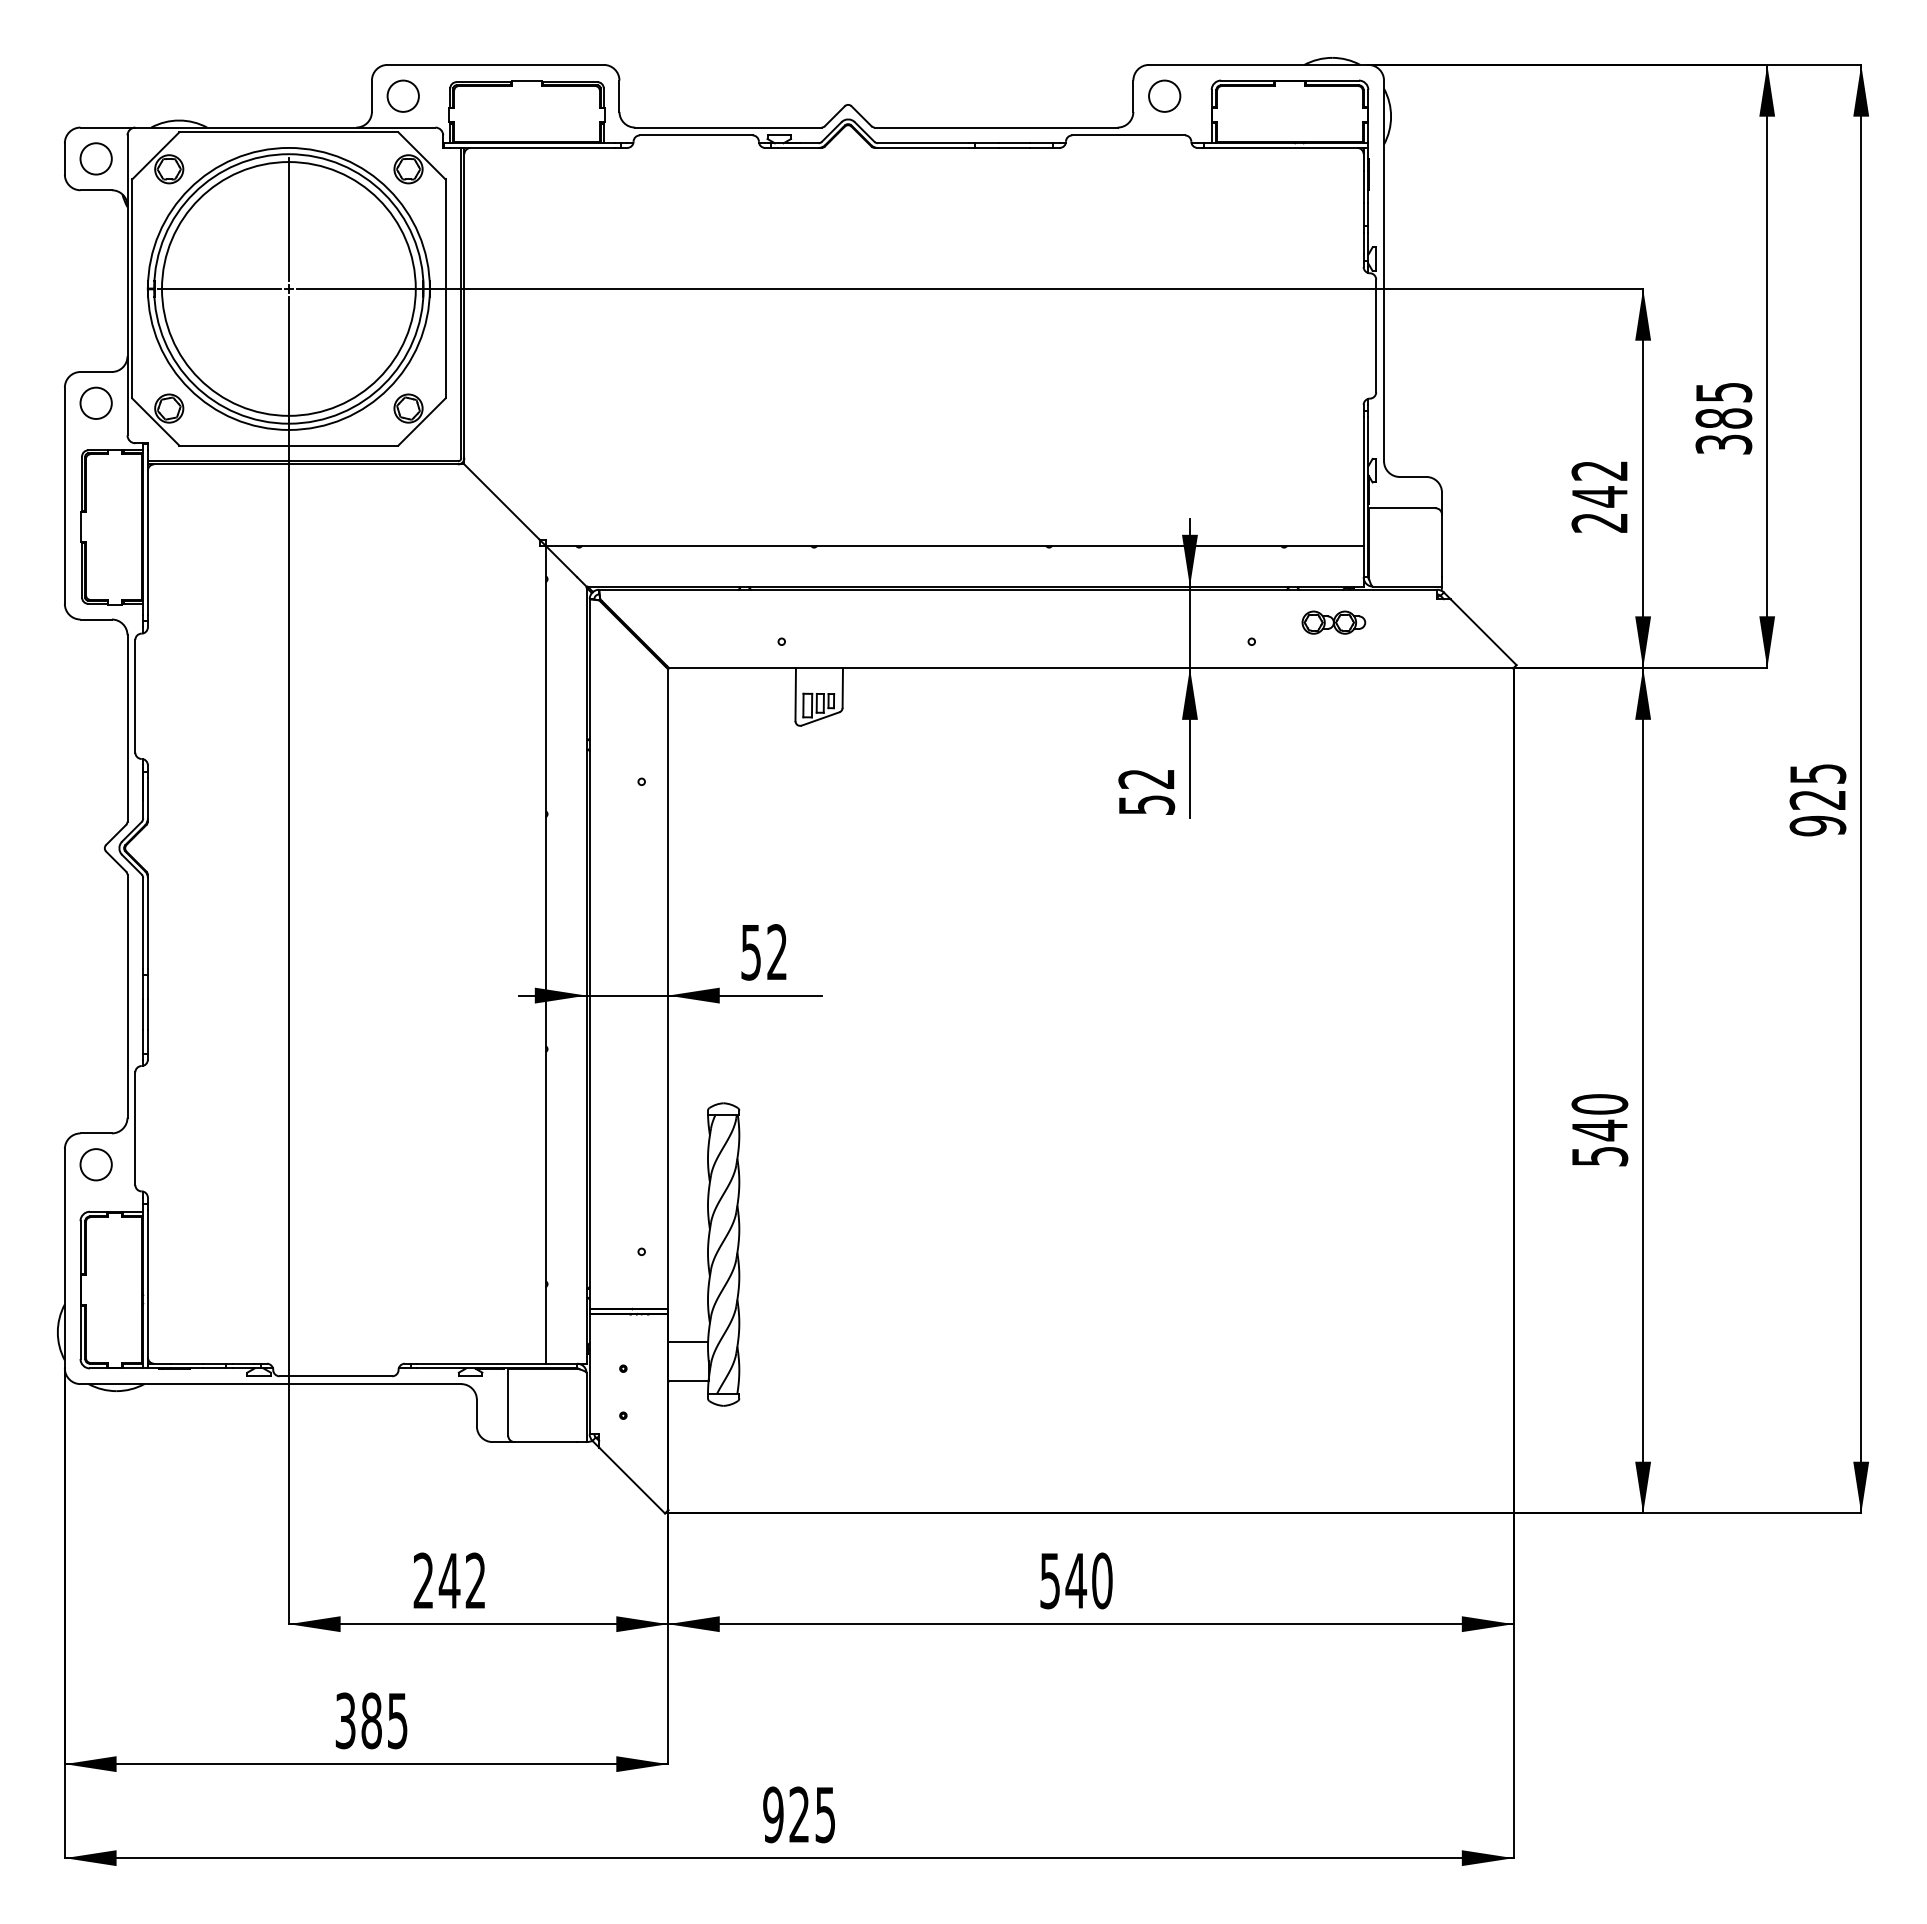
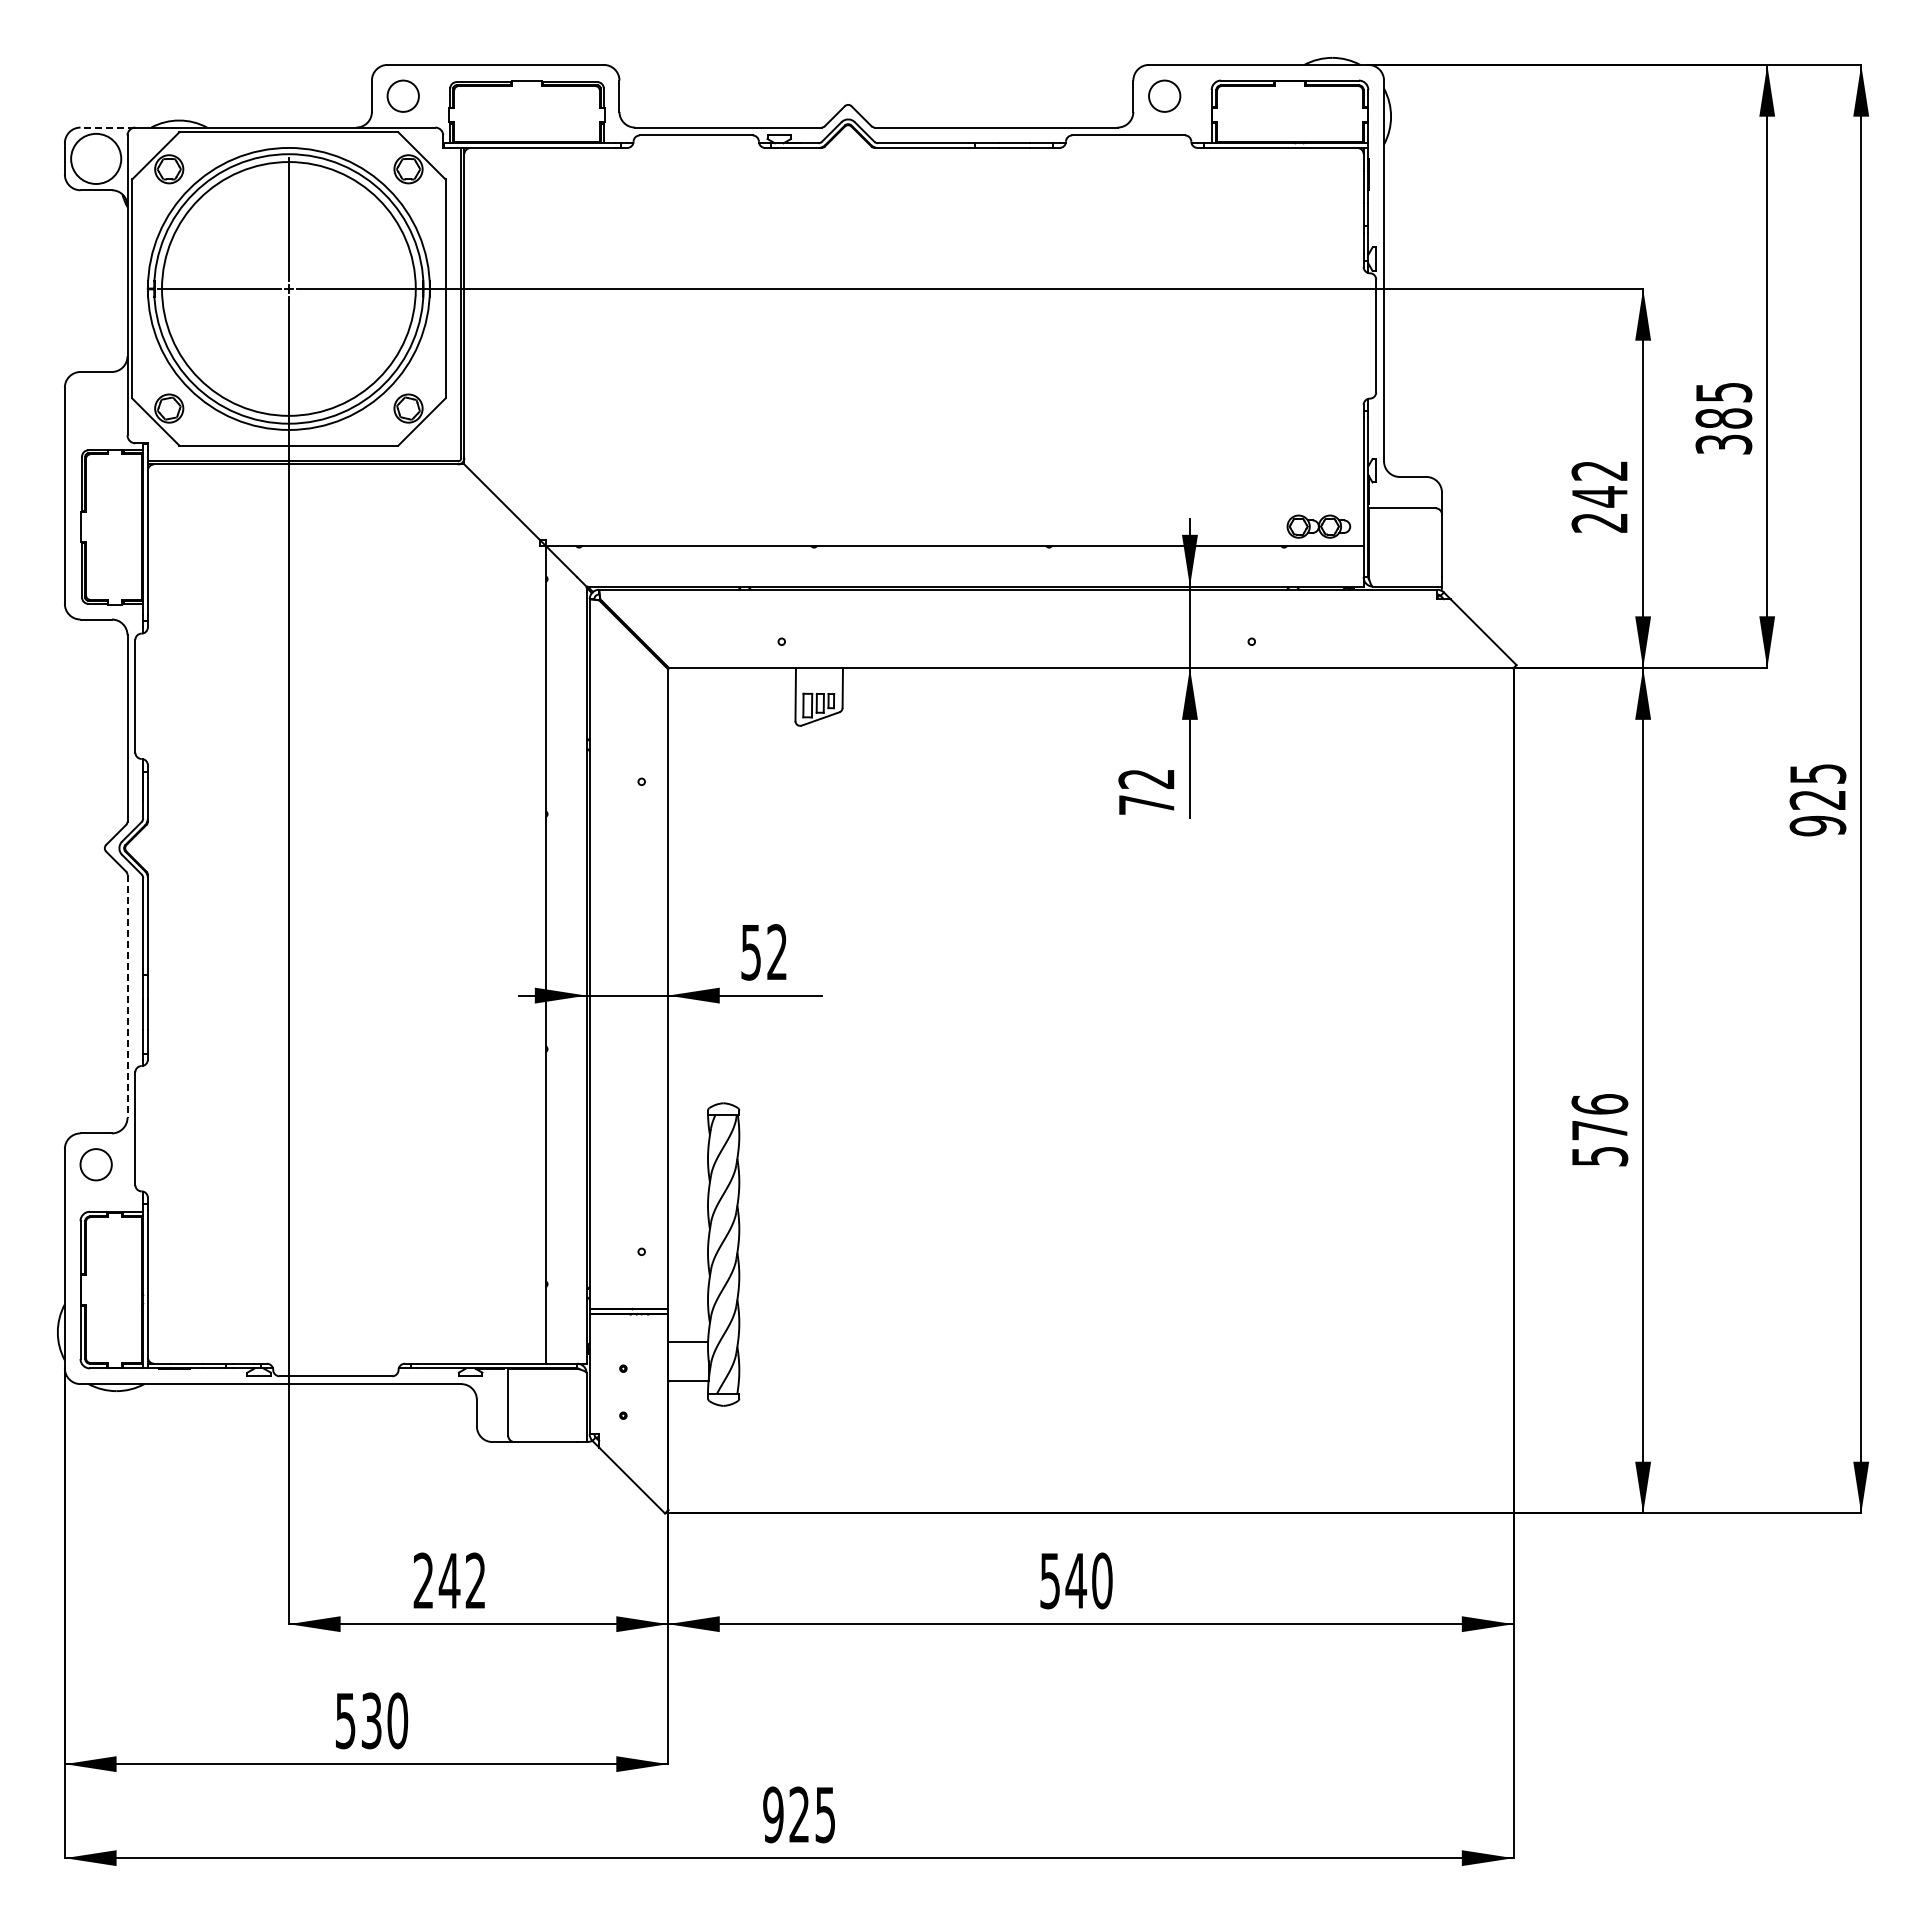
line at (107, 127): solid -> dashed
circle at (95, 158) diameter: 31 px -> 50 px
circle at (95, 402): present -> none
part at (1333, 622) position: (1333, 622) -> (1318, 526)
text at (1147, 804): 52 -> 72
line at (127, 996): solid -> dashed
text at (1599, 1117): 540 -> 576
text at (372, 1720): 385 -> 530
